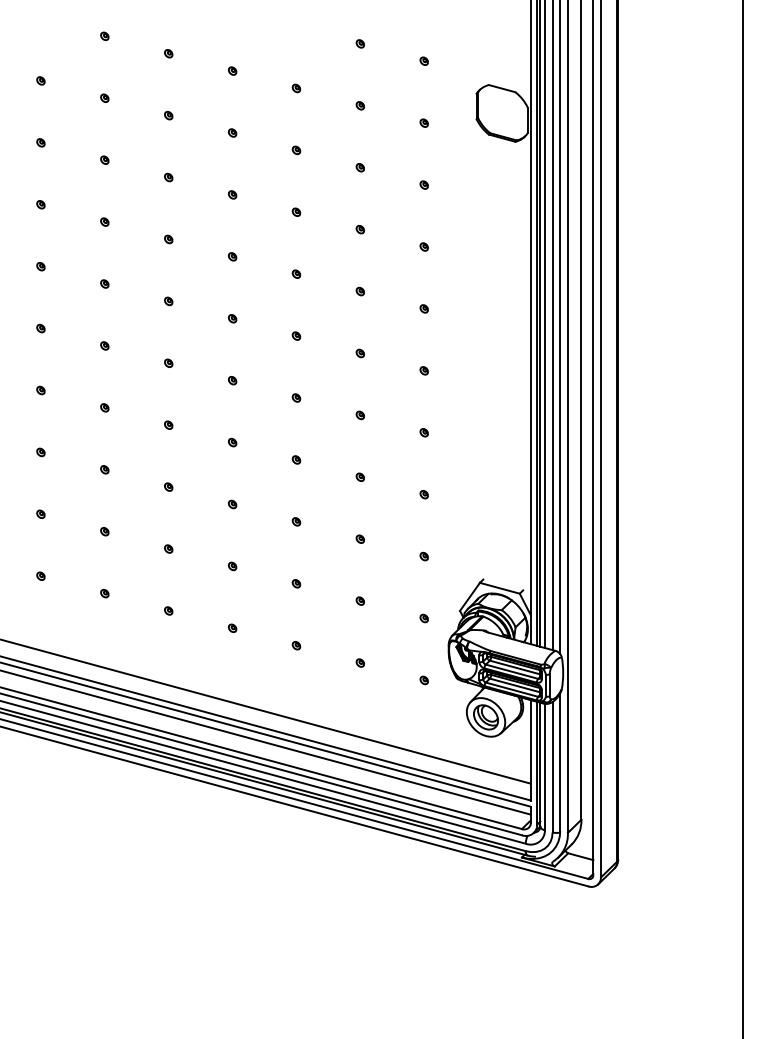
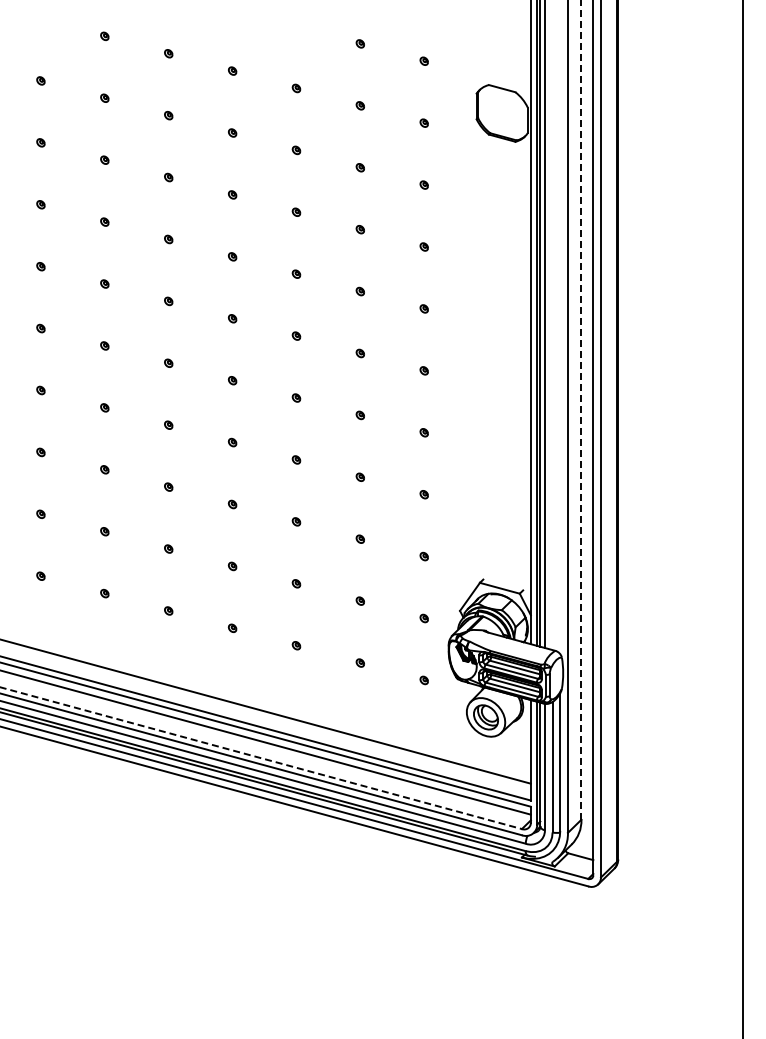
line at (552, 326): present -> none
line at (560, 328): present -> none
line at (581, 409): solid -> dashed
line at (261, 758): solid -> dashed
